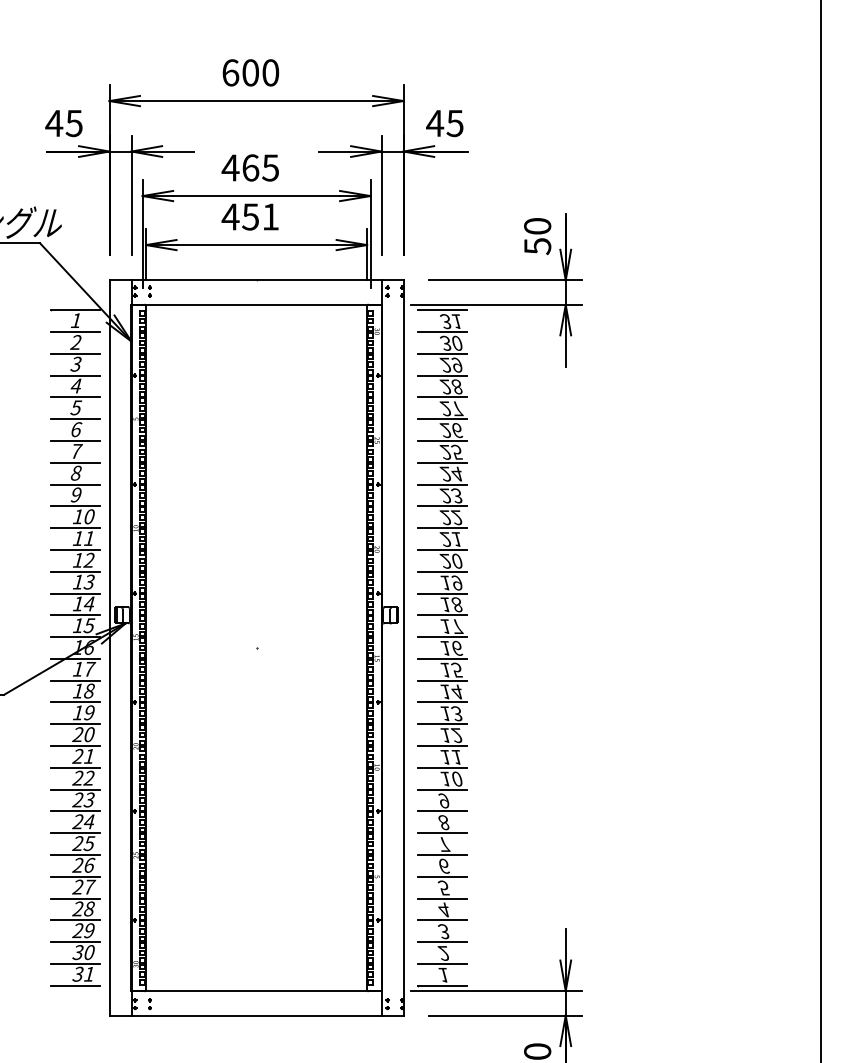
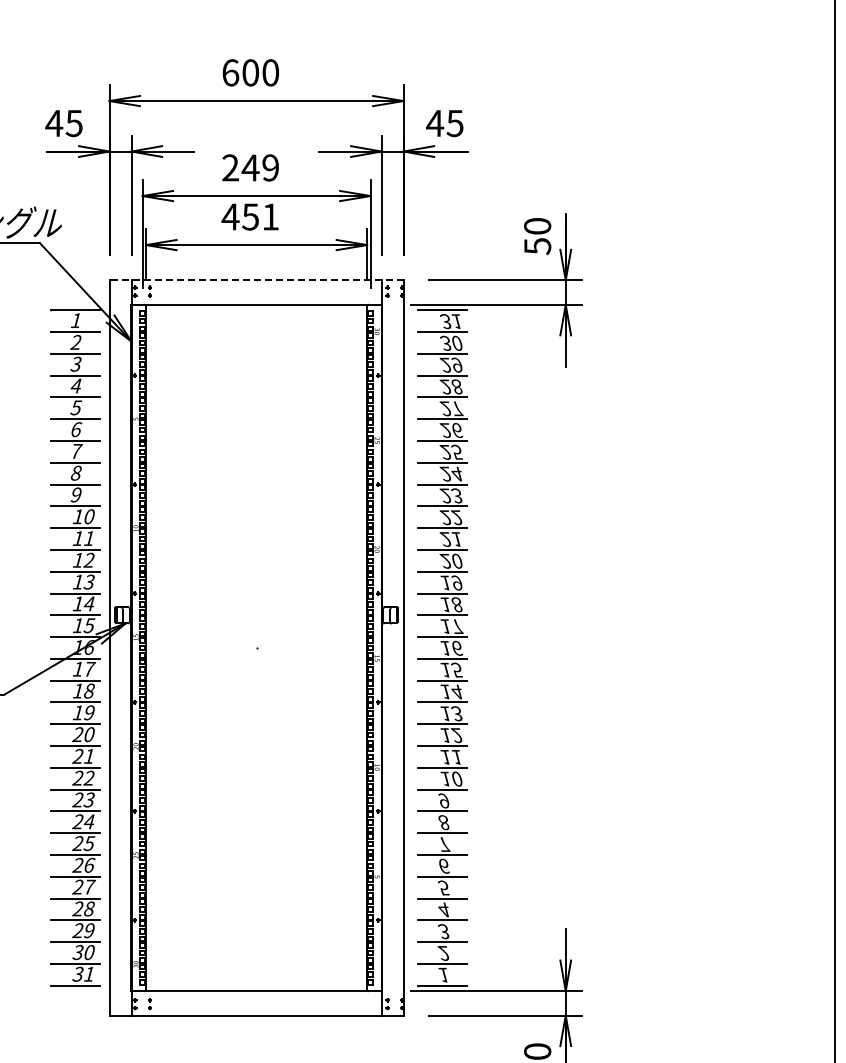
text at (249, 167): 465 -> 249
line at (256, 280): solid -> dashed
line at (820, 530) position: (820, 530) -> (834, 530)
